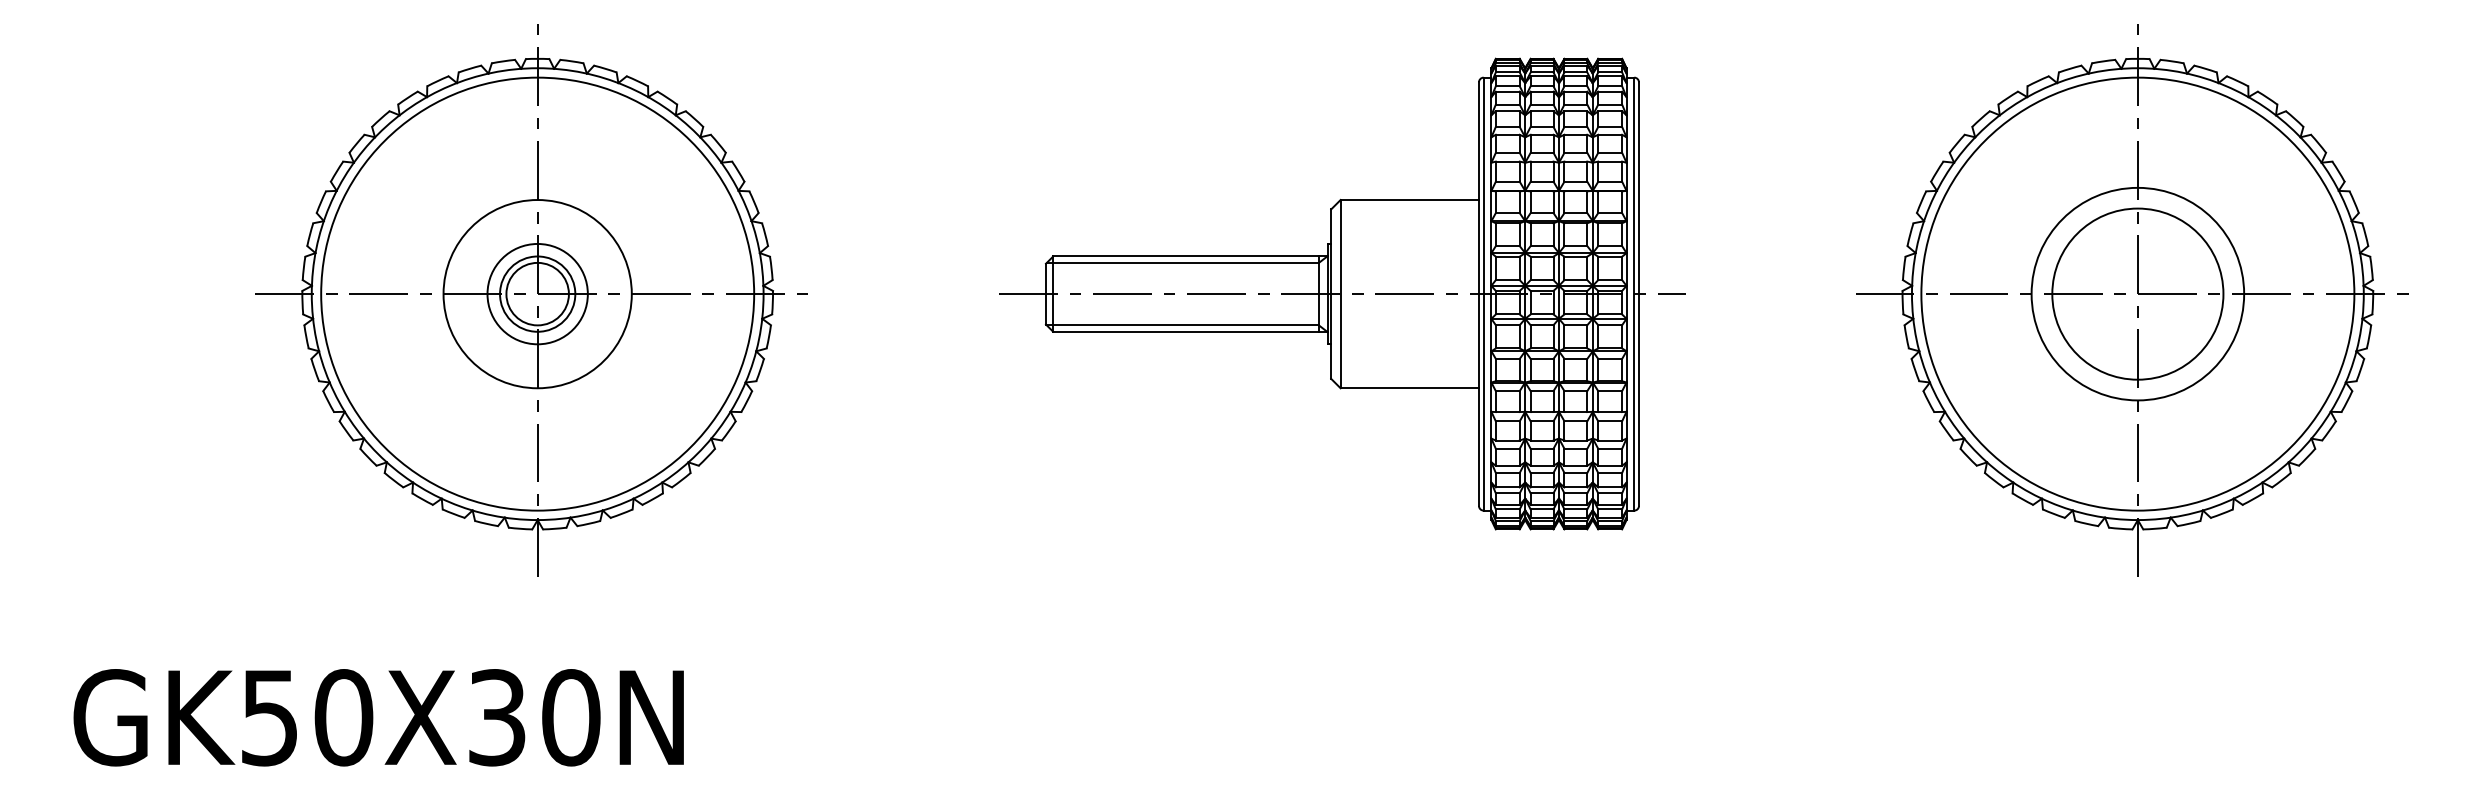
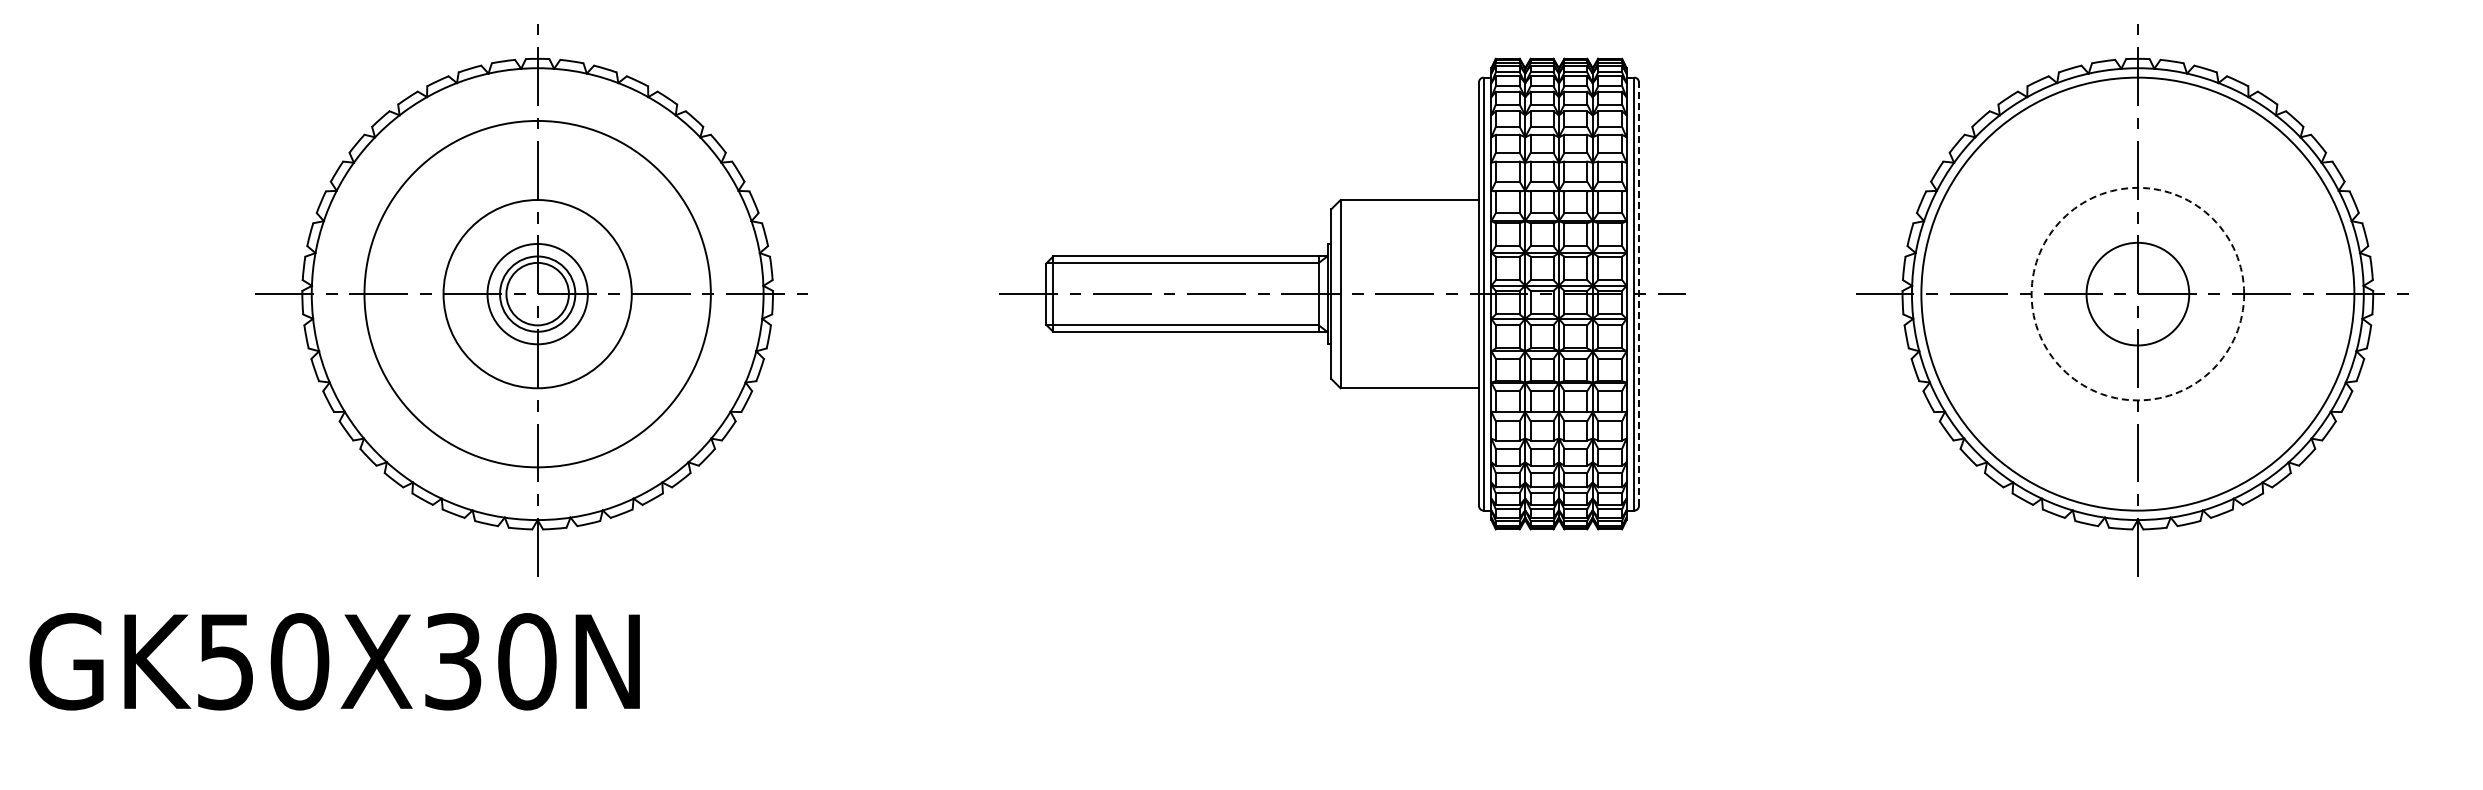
circle at (537, 293) diameter: 433 px -> 346 px
circle at (2137, 293) diameter: 171 px -> 103 px
circle at (2137, 293): solid -> dashed
line at (1639, 294): solid -> dashed
text at (378, 717) position: (378, 717) -> (334, 661)
